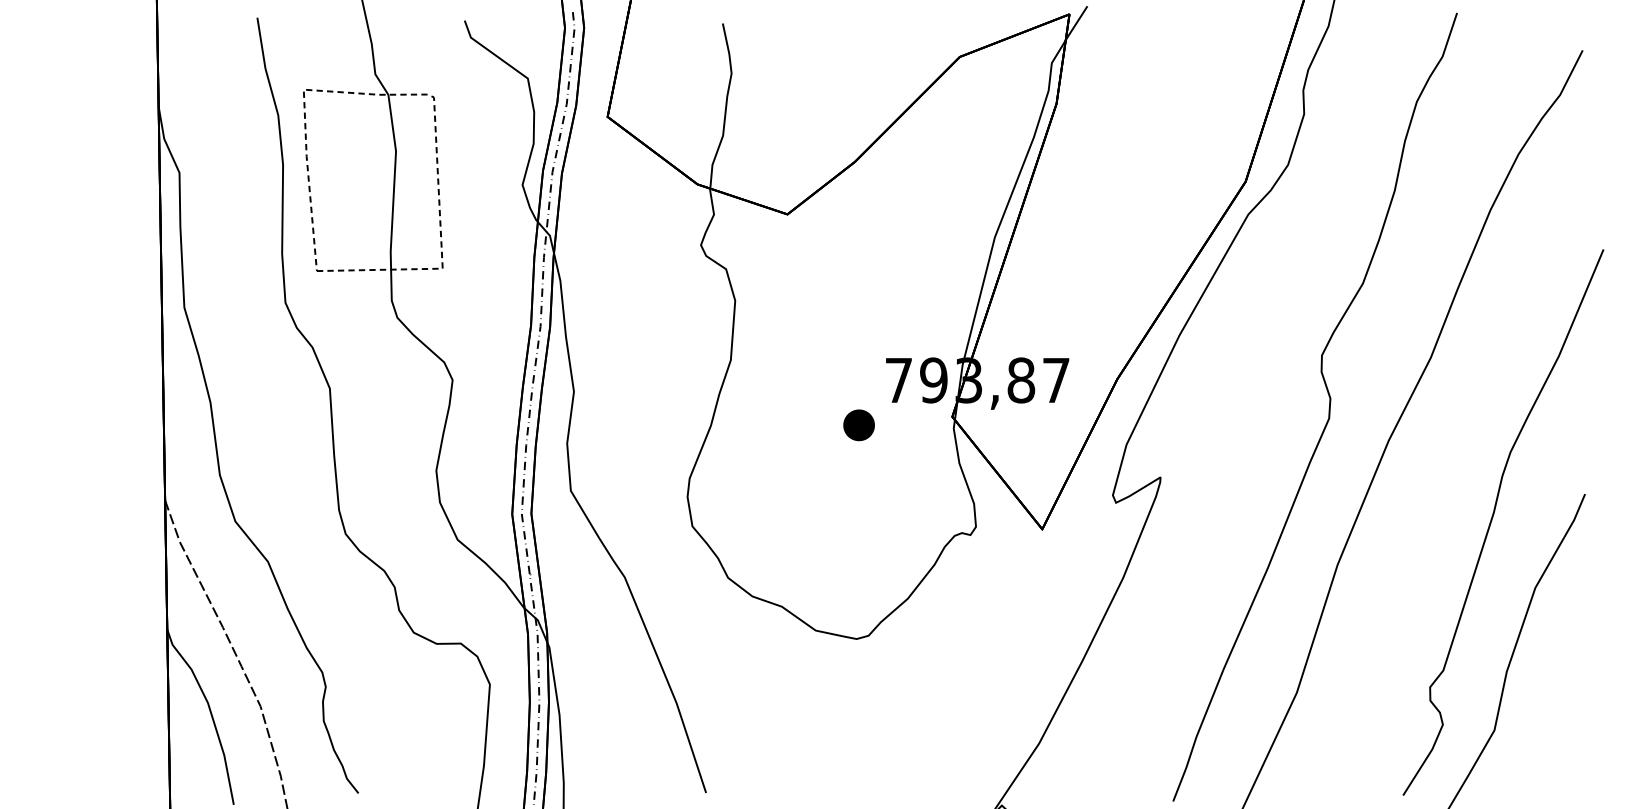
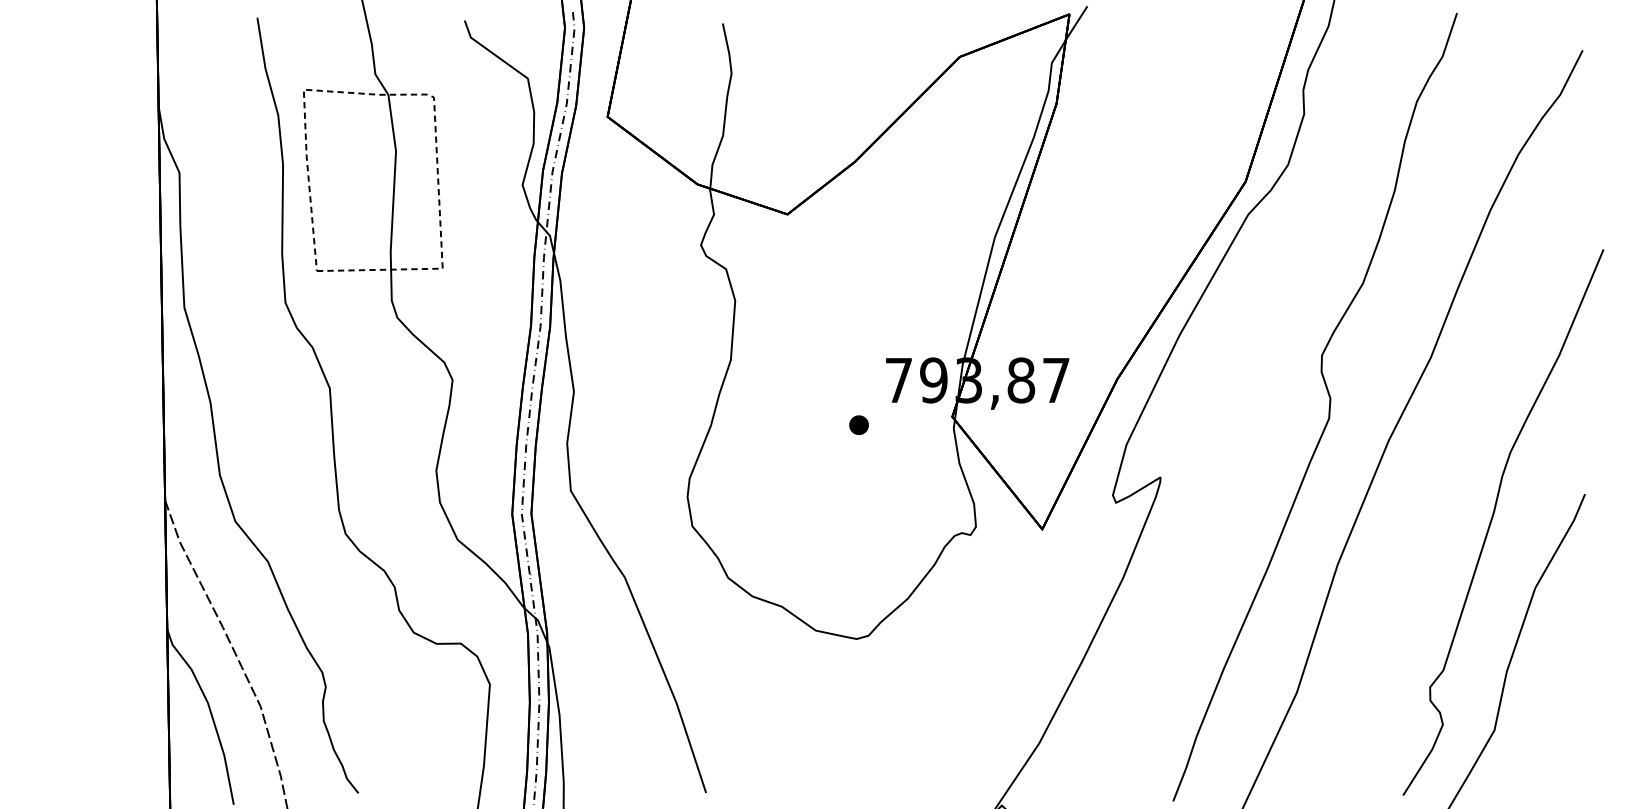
part at (858, 425) size: 32x33 px -> 20x20 px
